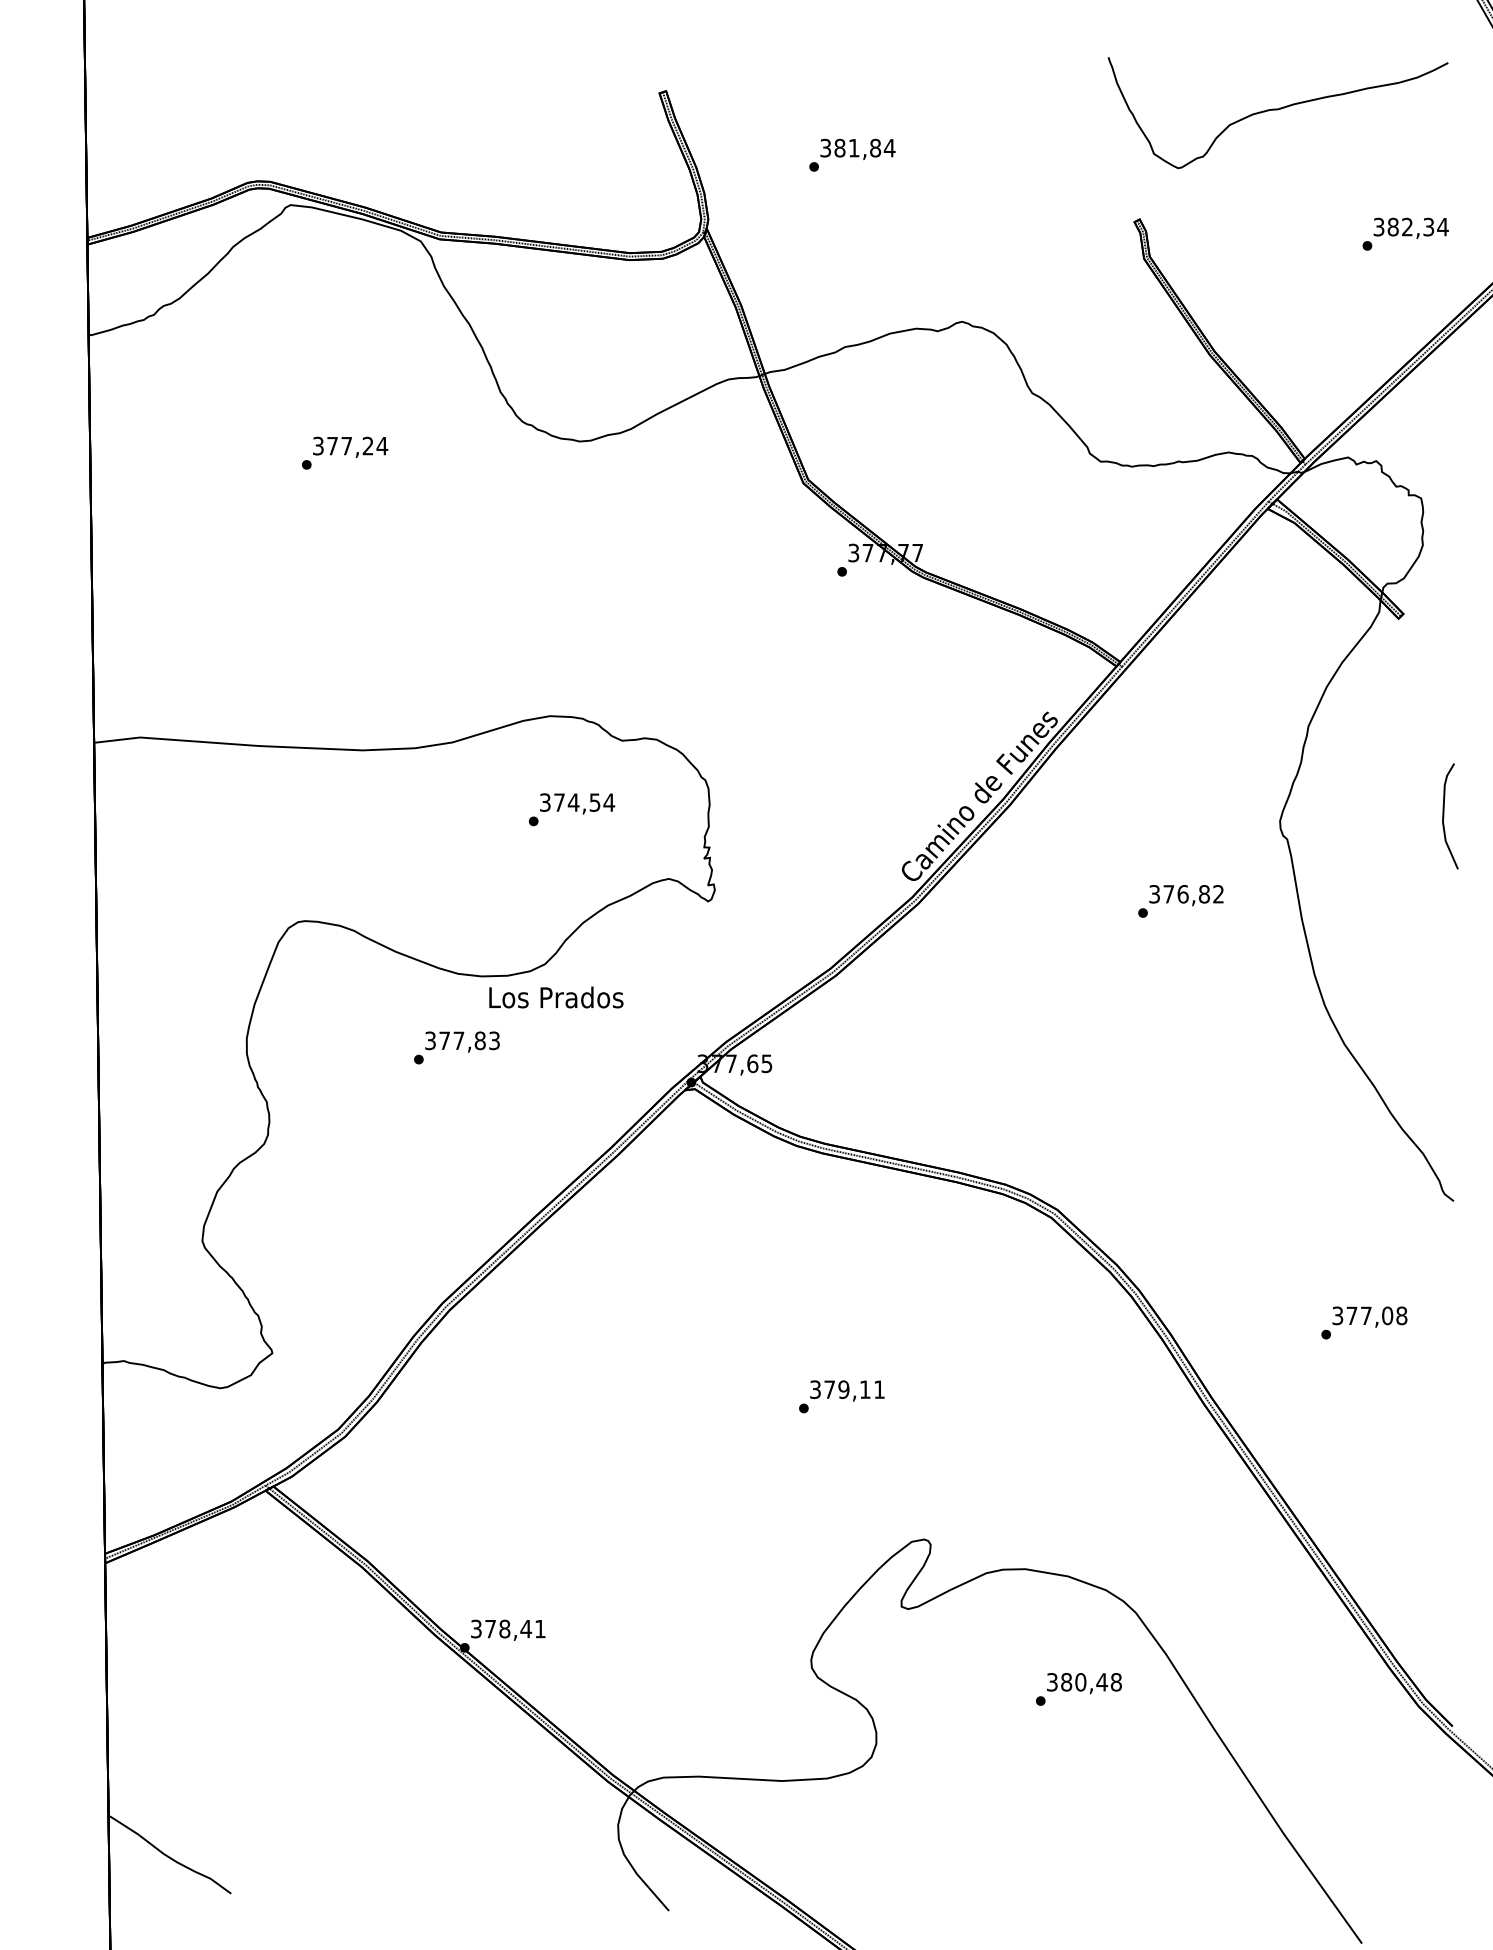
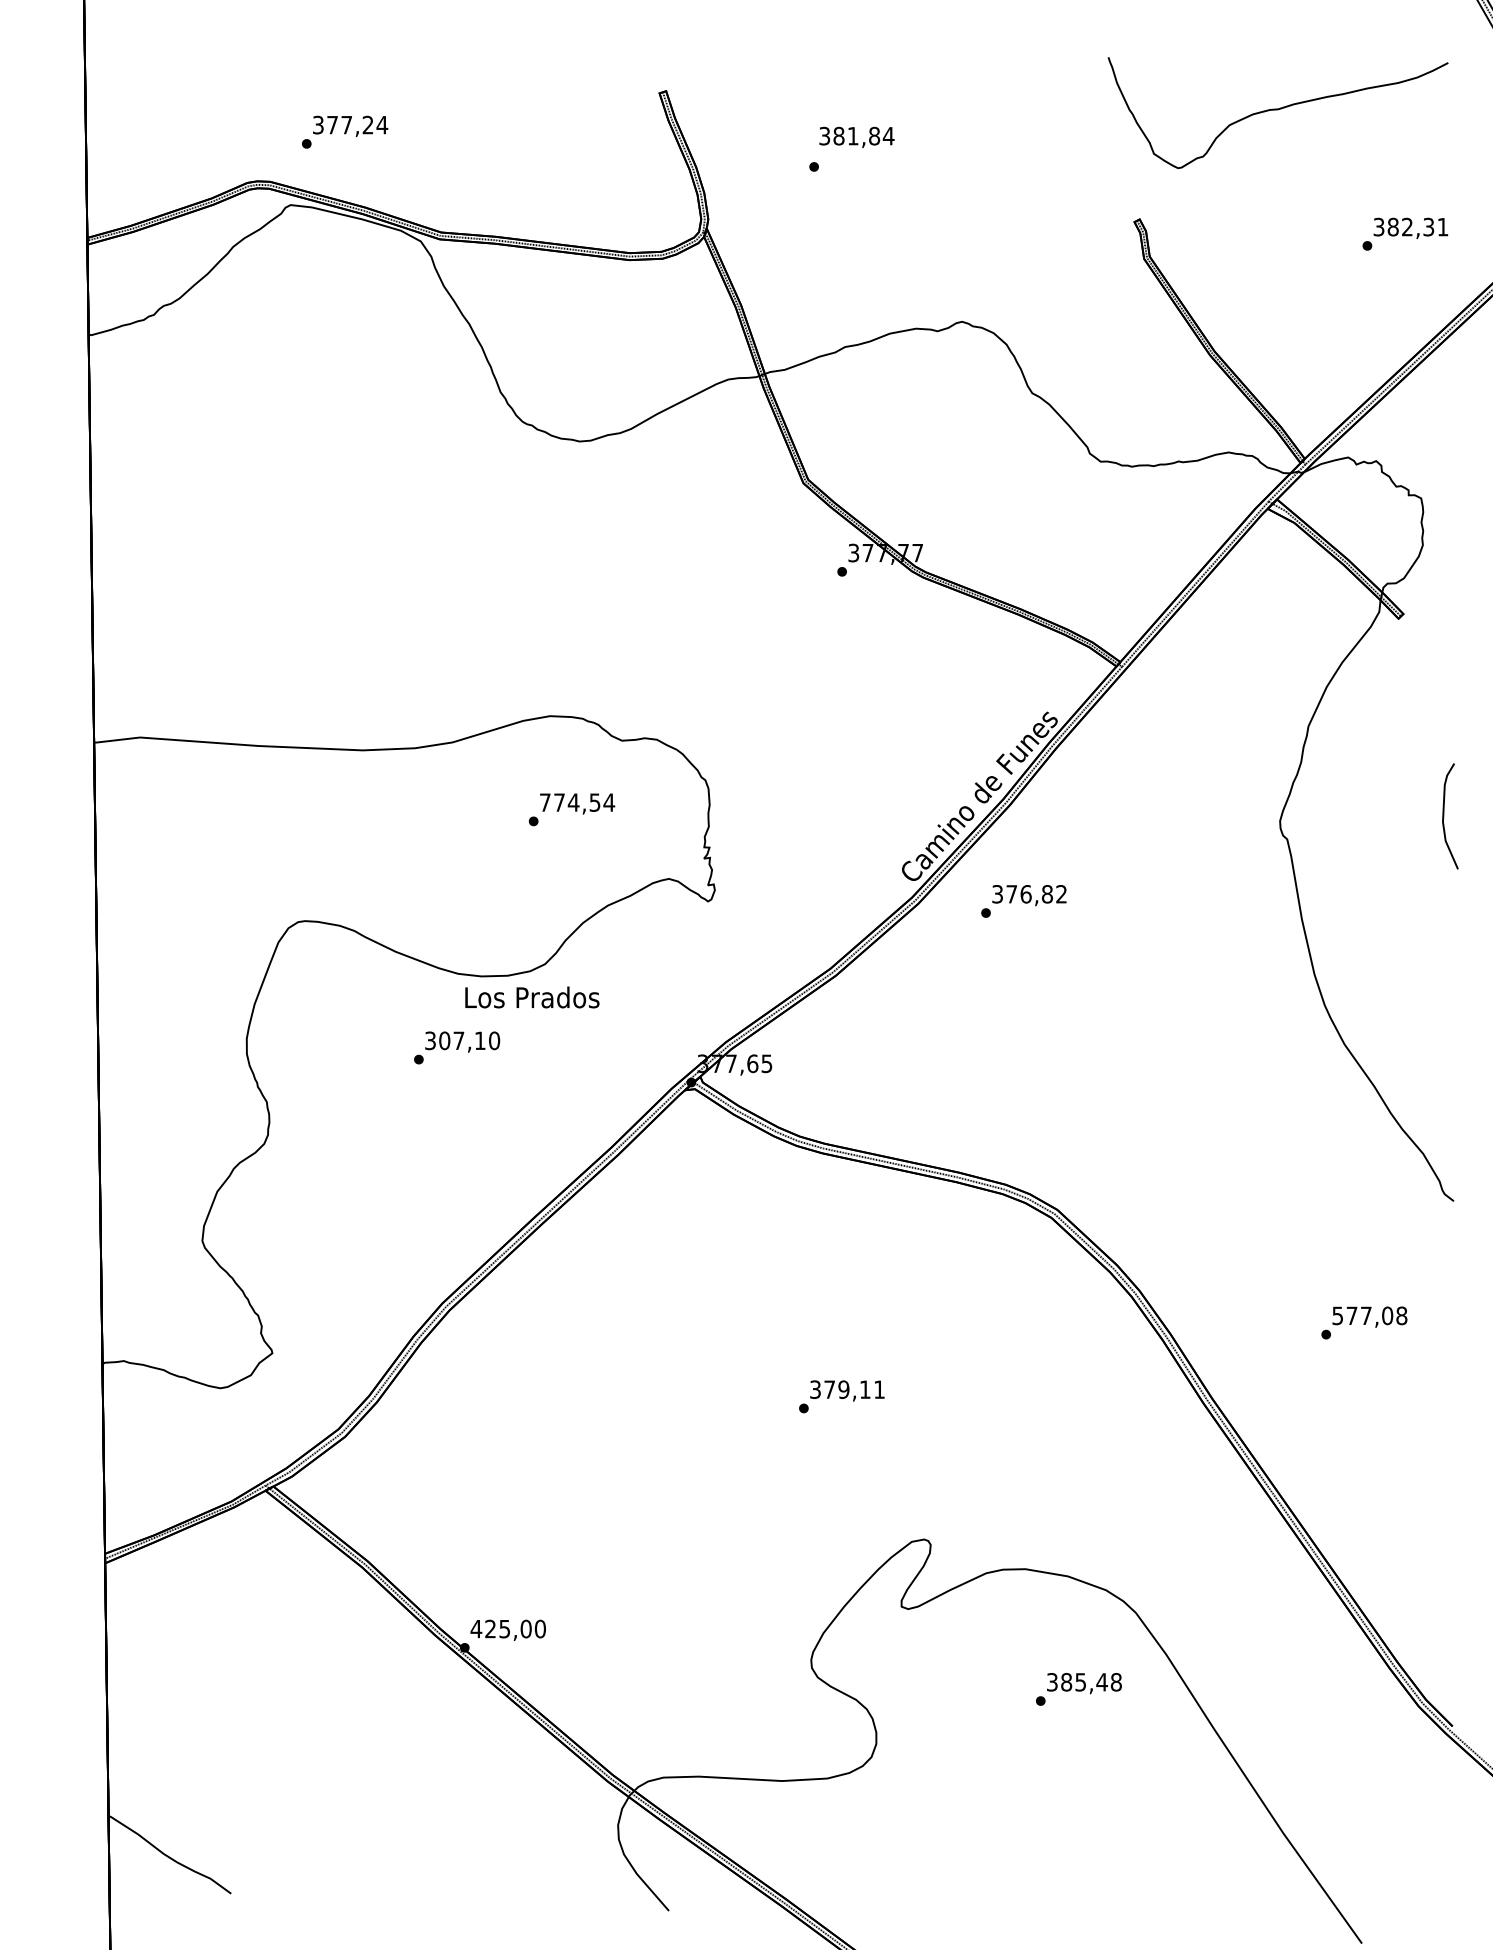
text at (857, 149) position: (857, 149) -> (856, 137)
text at (1442, 227): 382,34 -> 382,31
text at (345, 452) position: (345, 452) -> (345, 131)
text at (545, 802): 374,54 -> 774,54
text at (1180, 901) position: (1180, 901) -> (1023, 901)
text at (556, 997) position: (556, 997) -> (532, 997)
text at (469, 1040): 377,83 -> 307,10
text at (1338, 1315): 377,08 -> 577,08
text at (507, 1628): 378,41 -> 425,00
text at (1080, 1682): 380,48 -> 385,48
